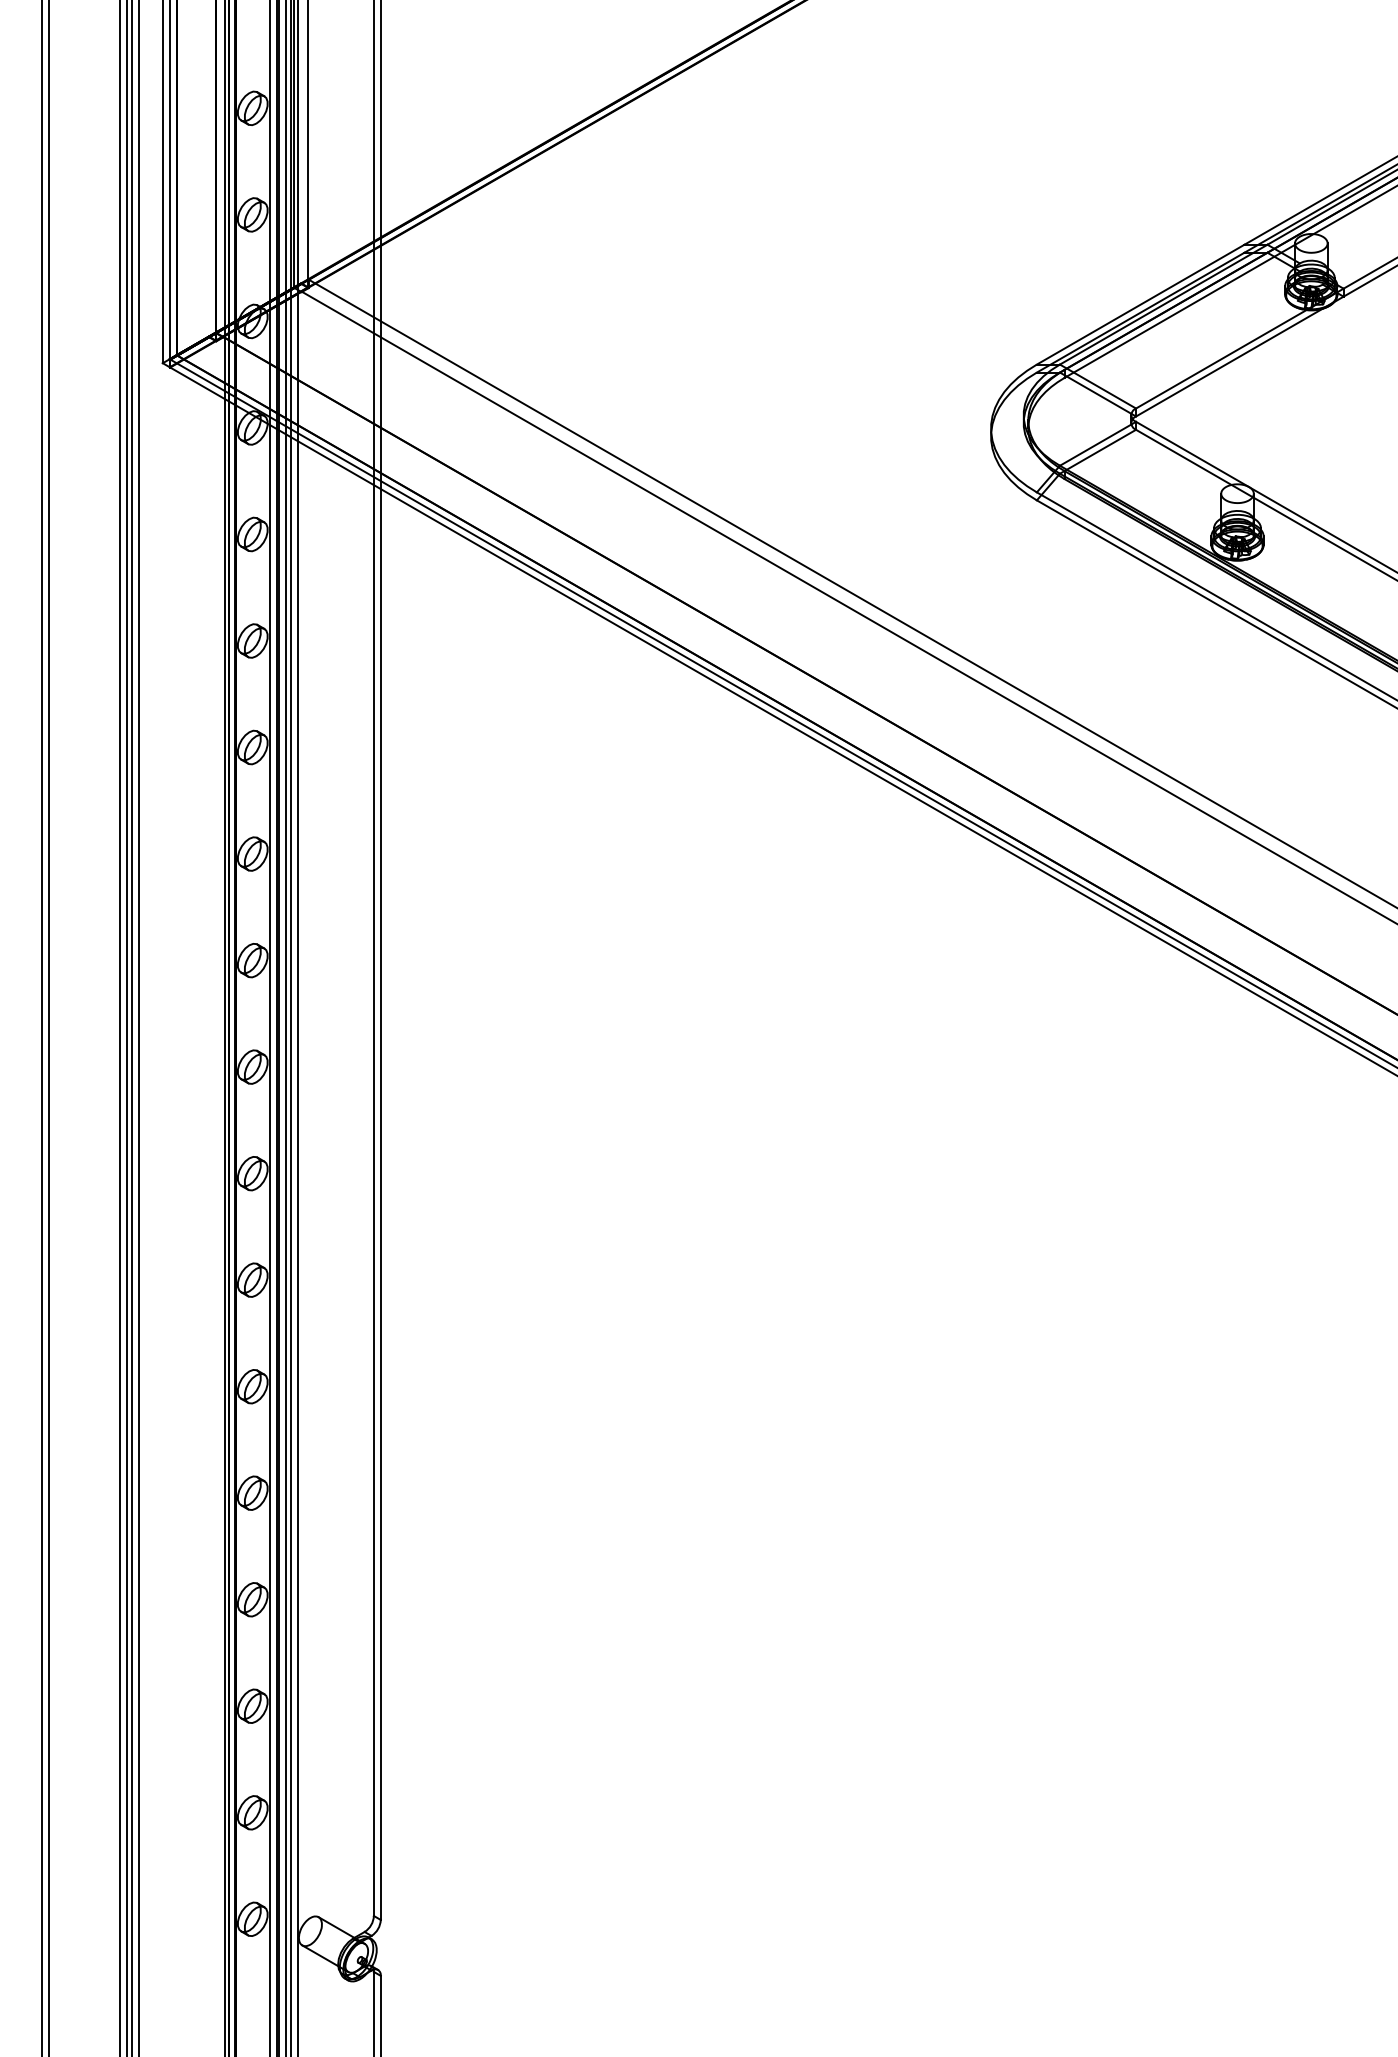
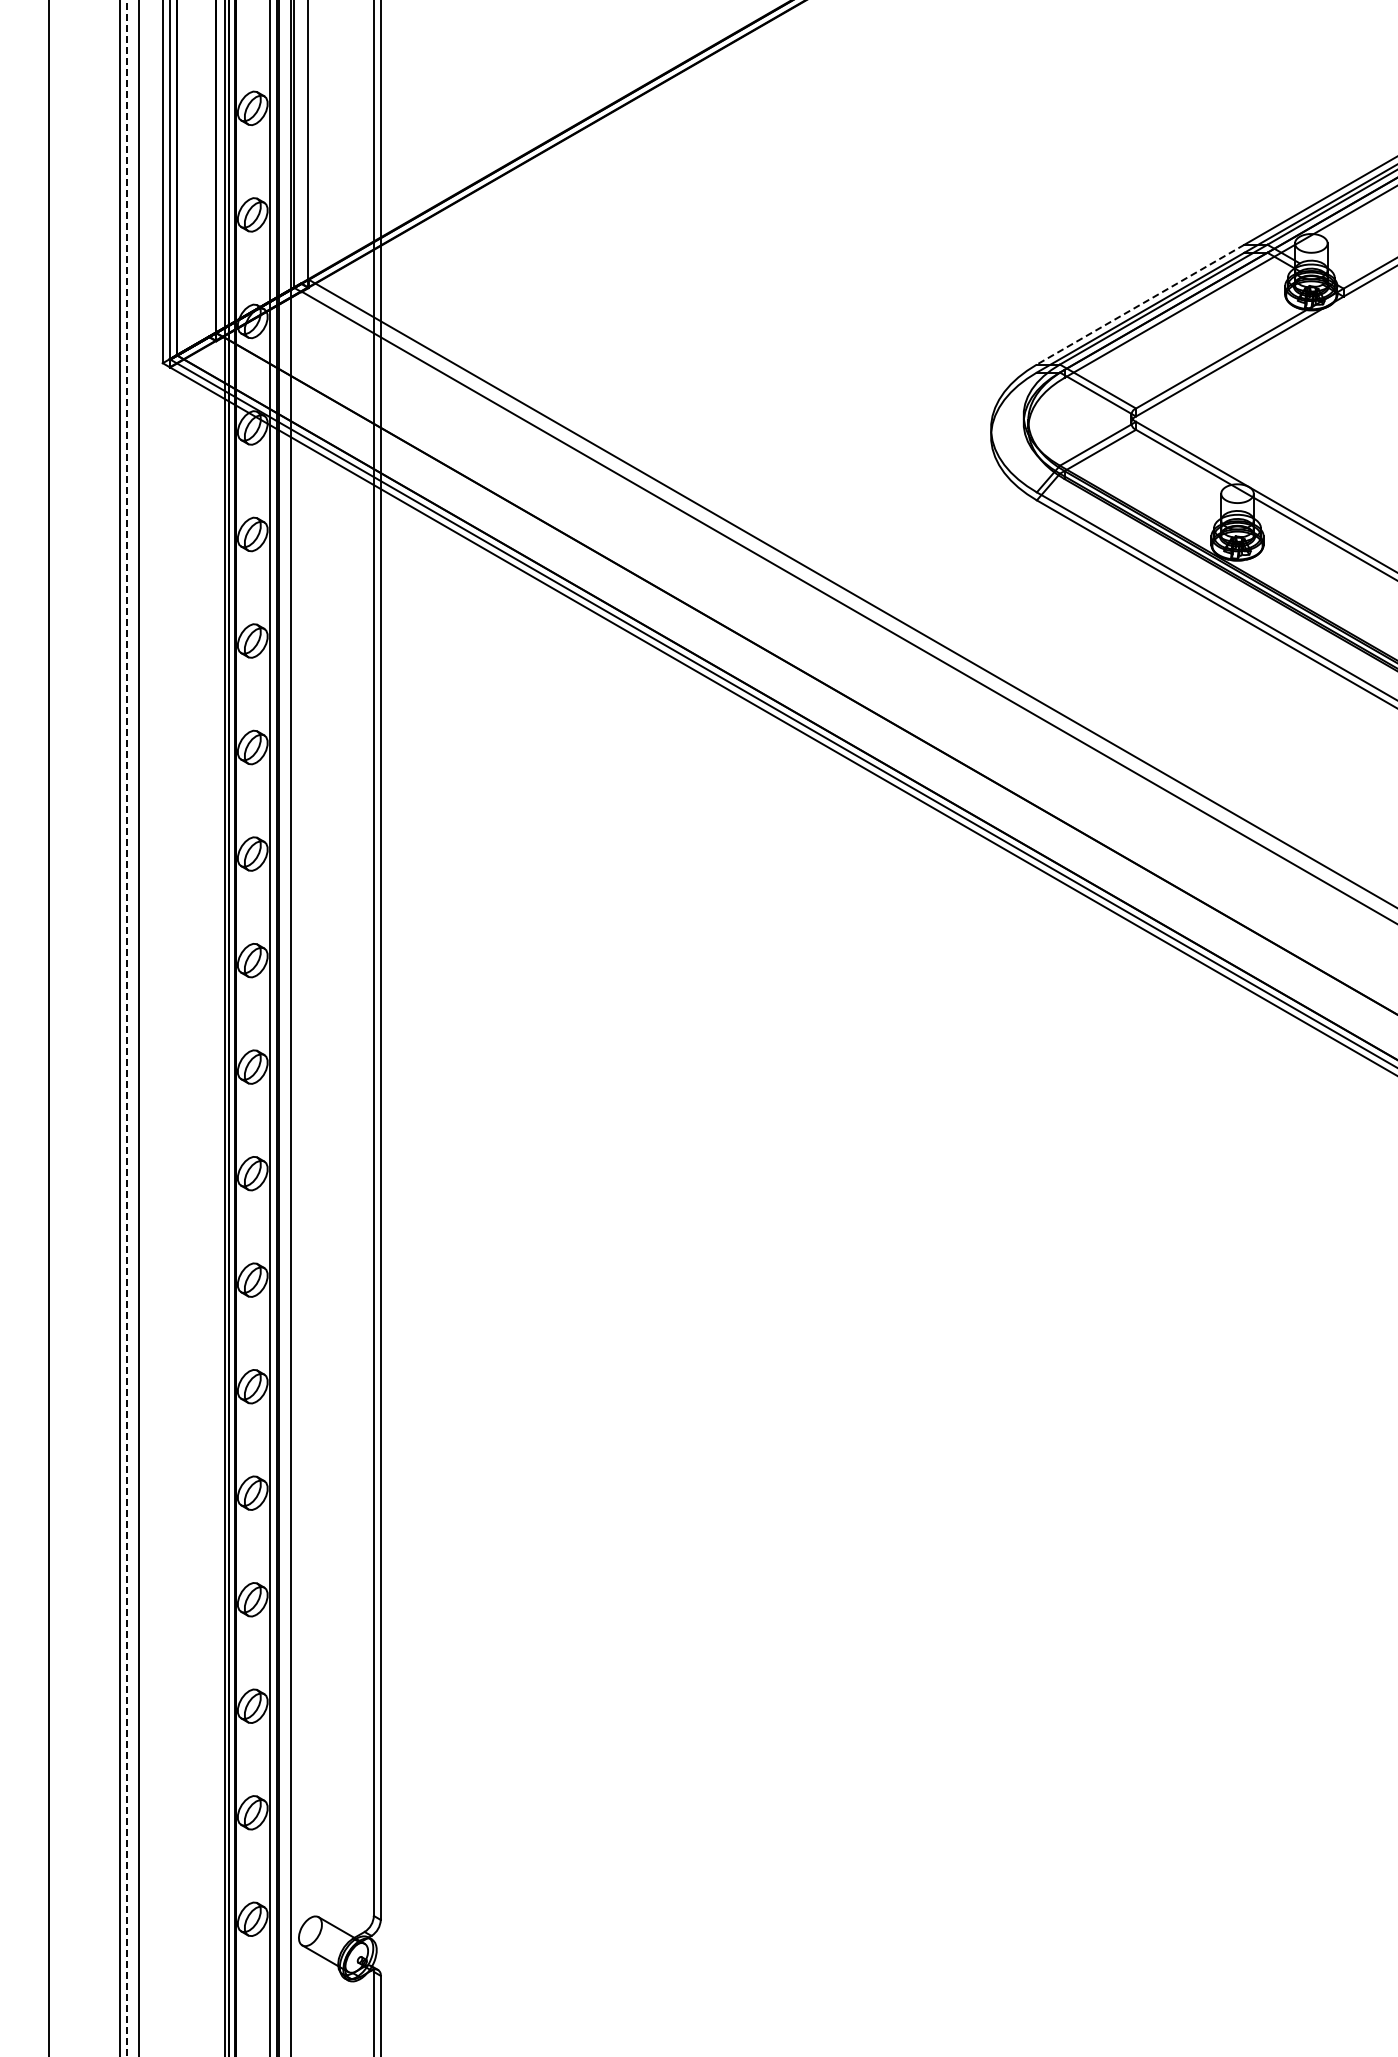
line at (1140, 304): solid -> dashed
line at (41, 1027): present -> none
line at (132, 1027): present -> none
line at (285, 1027): present -> none
line at (298, 1027): present -> none
line at (126, 1028): solid -> dashed
